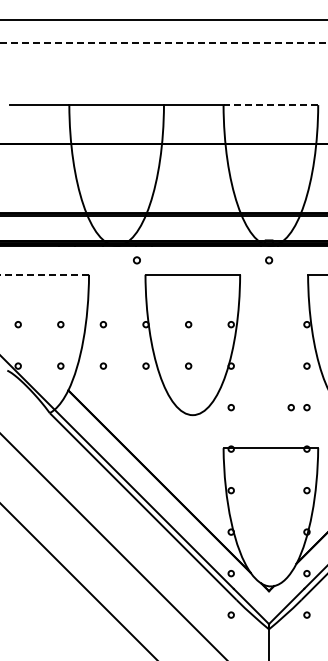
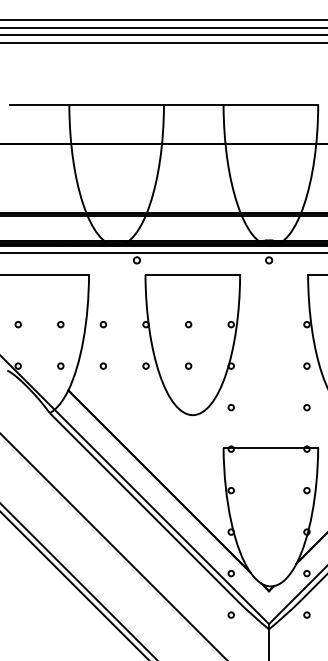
line at (163, 27): none -> present
line at (163, 35): none -> present
line at (164, 43): dashed -> solid
line at (270, 105): dashed -> solid
line at (163, 252): none -> present
line at (44, 274): dashed -> solid
circle at (290, 407): present -> none
line at (74, 585): none -> present
